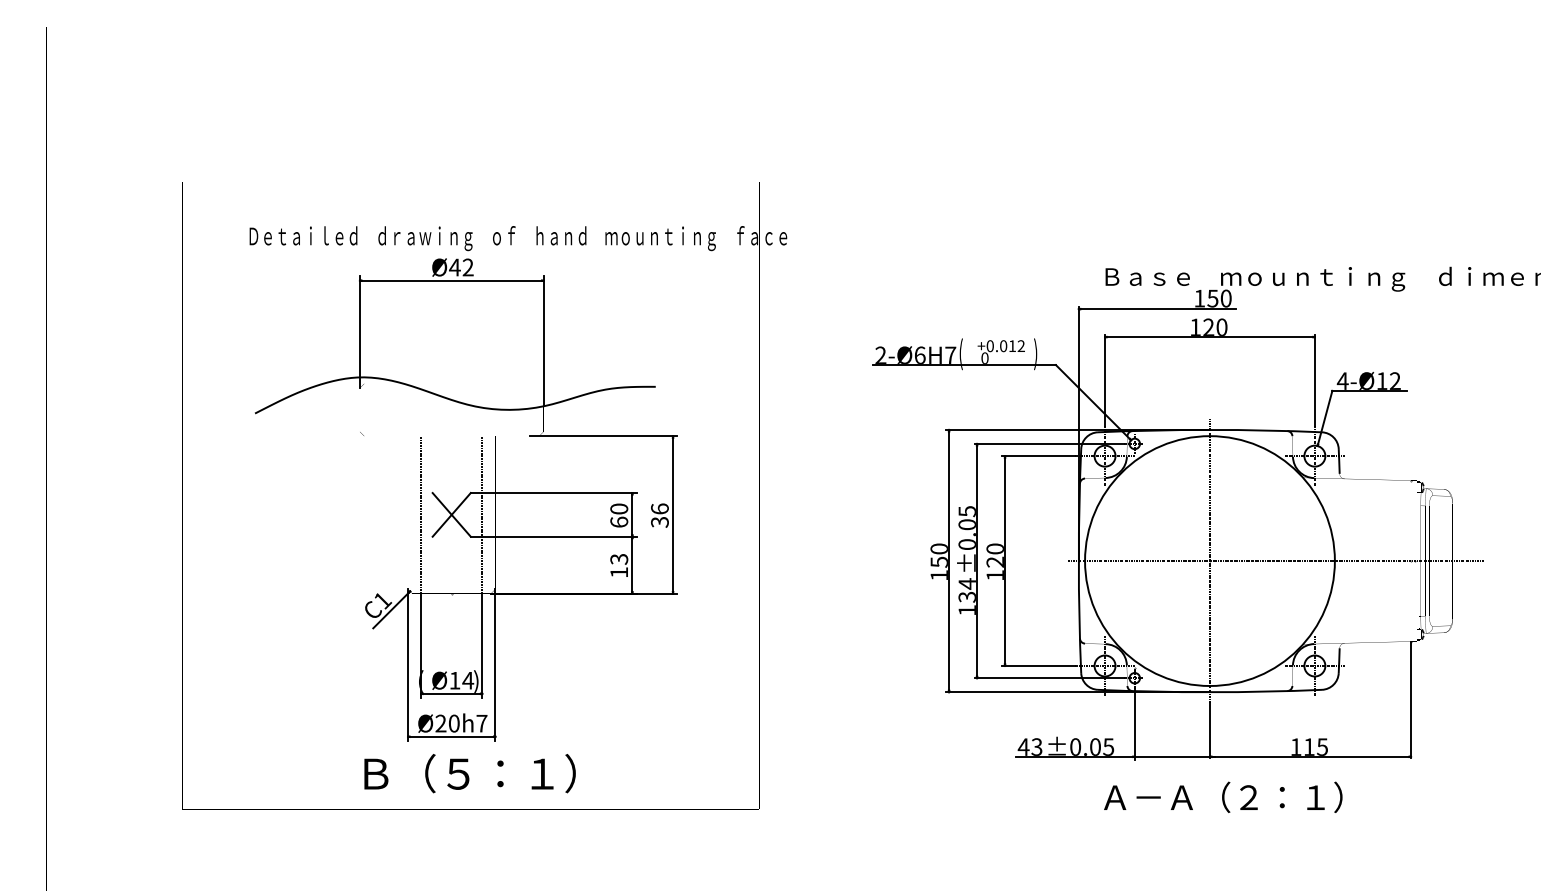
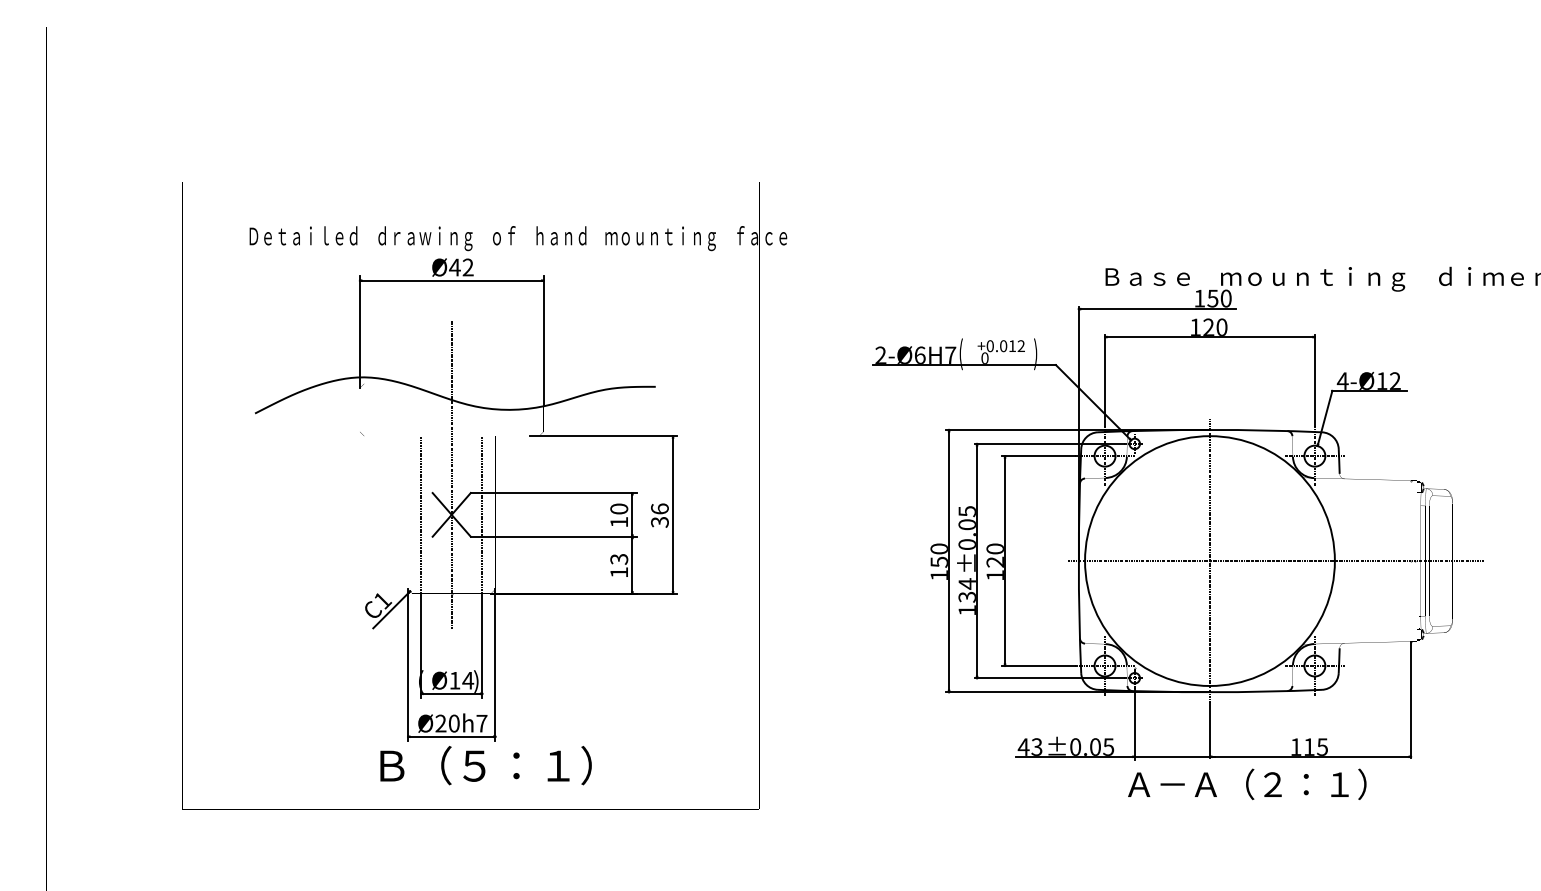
line at (451, 474): none -> present
text at (619, 521): 60 -> 10
text at (469, 773) position: (469, 773) -> (485, 765)
text at (1223, 796) position: (1223, 796) -> (1247, 783)
